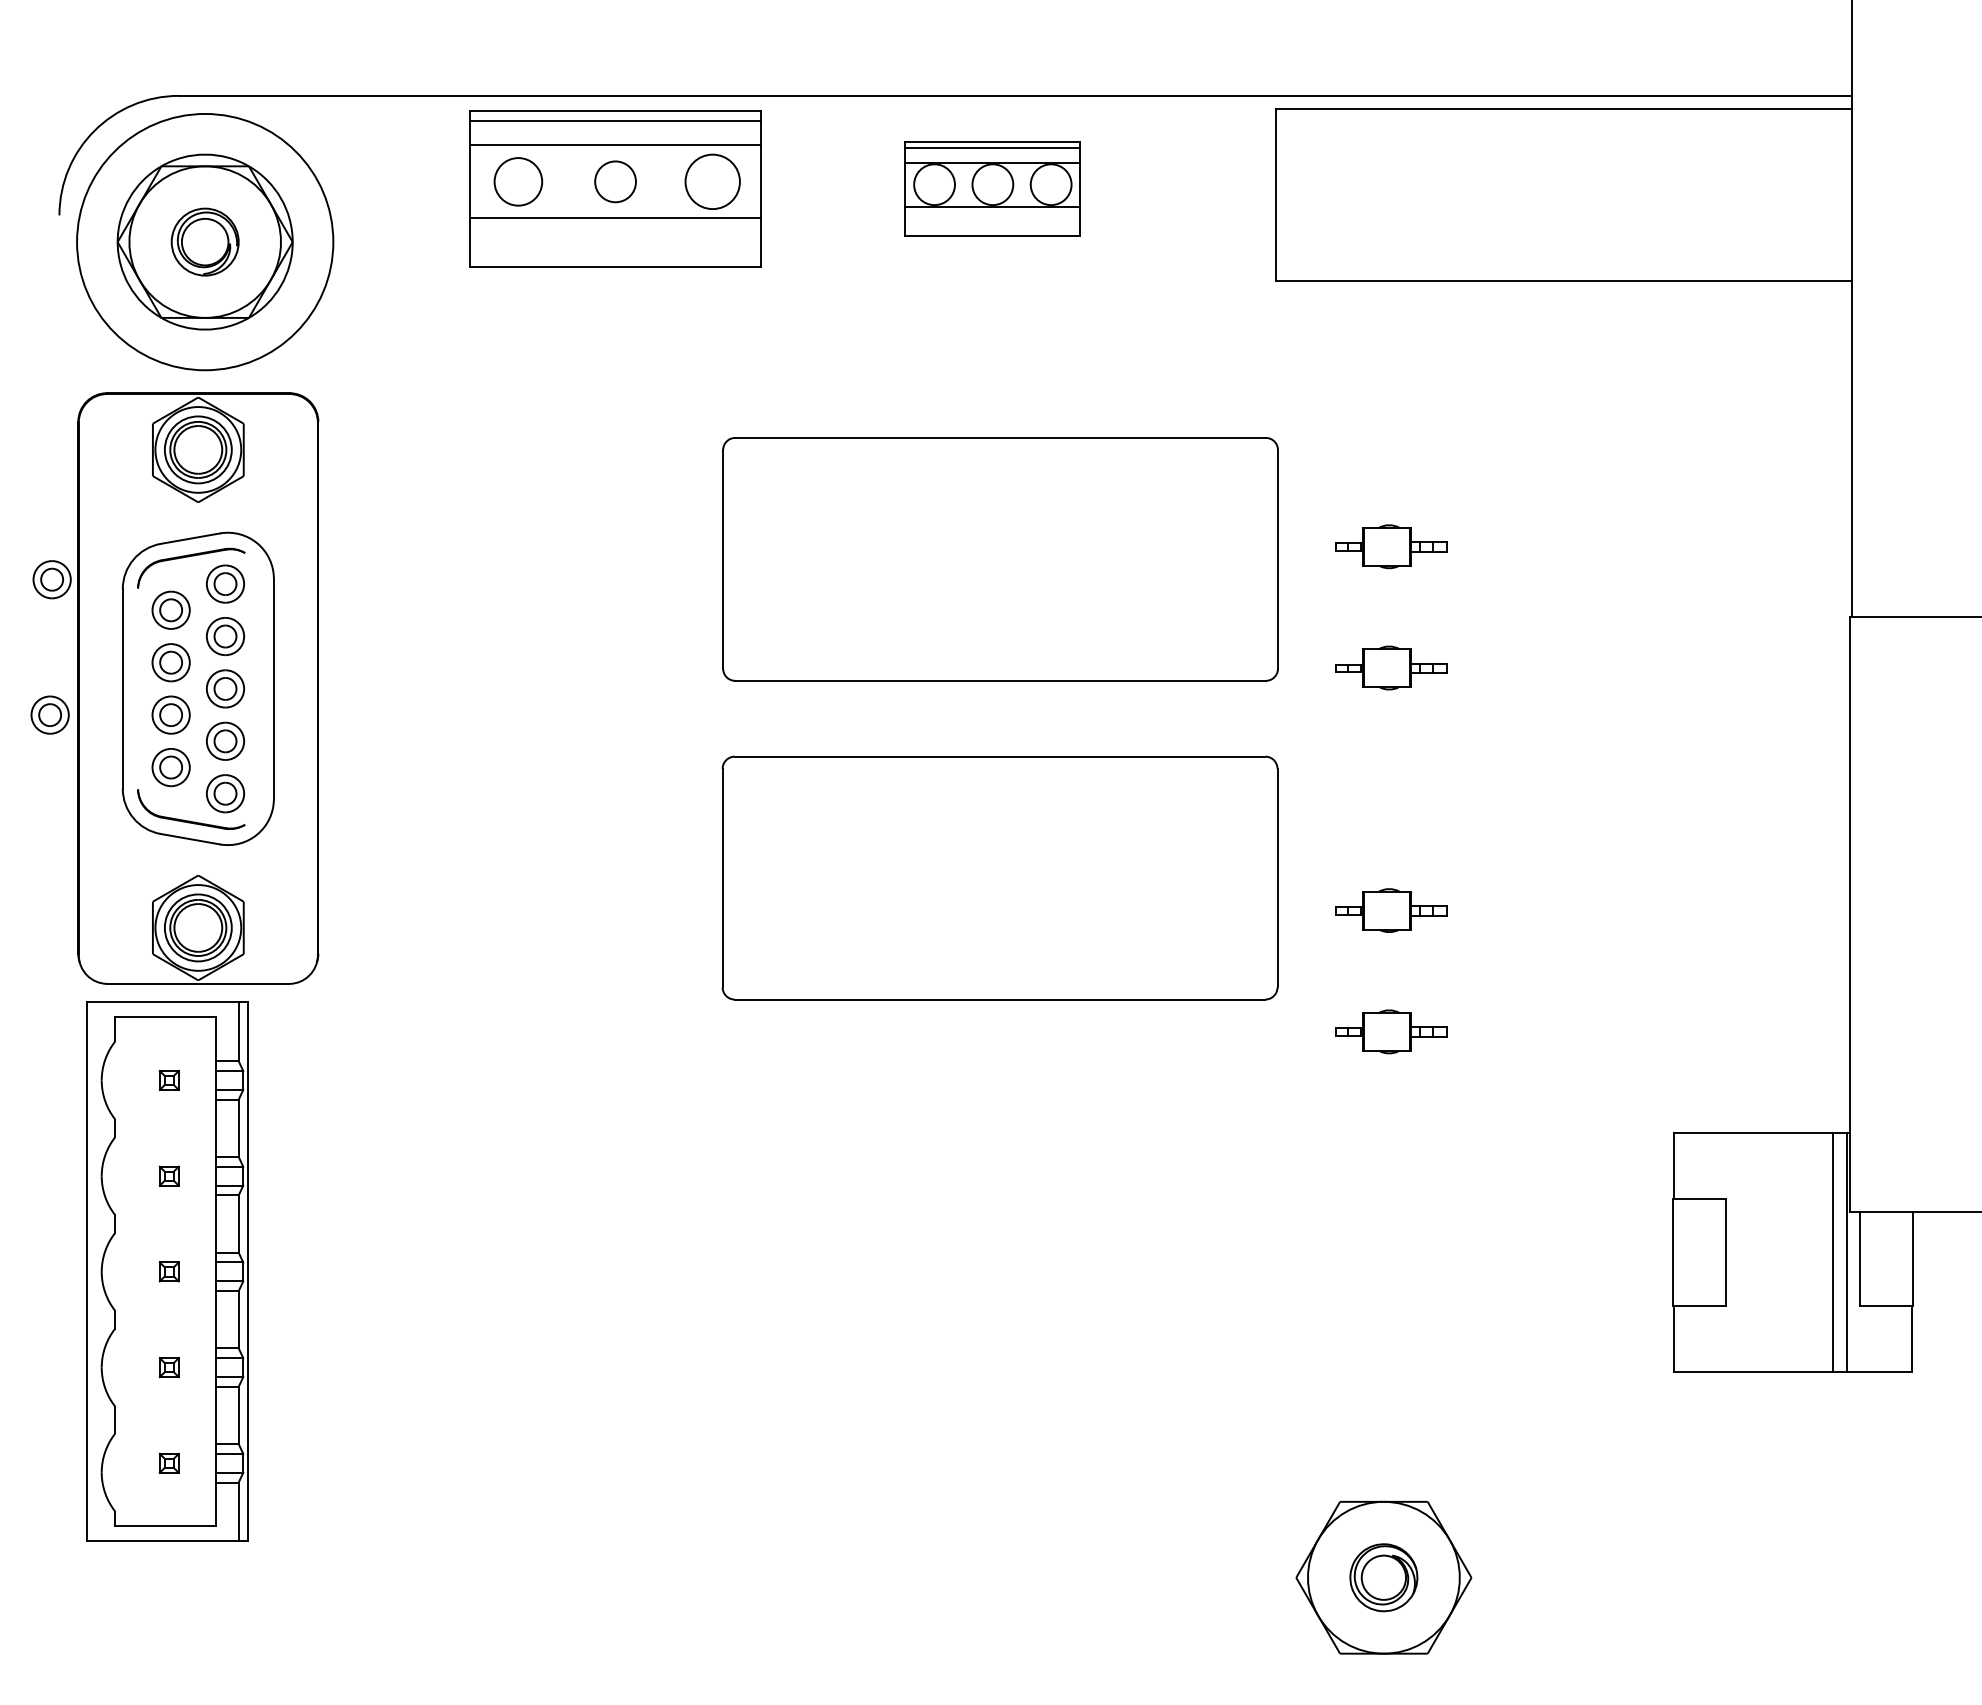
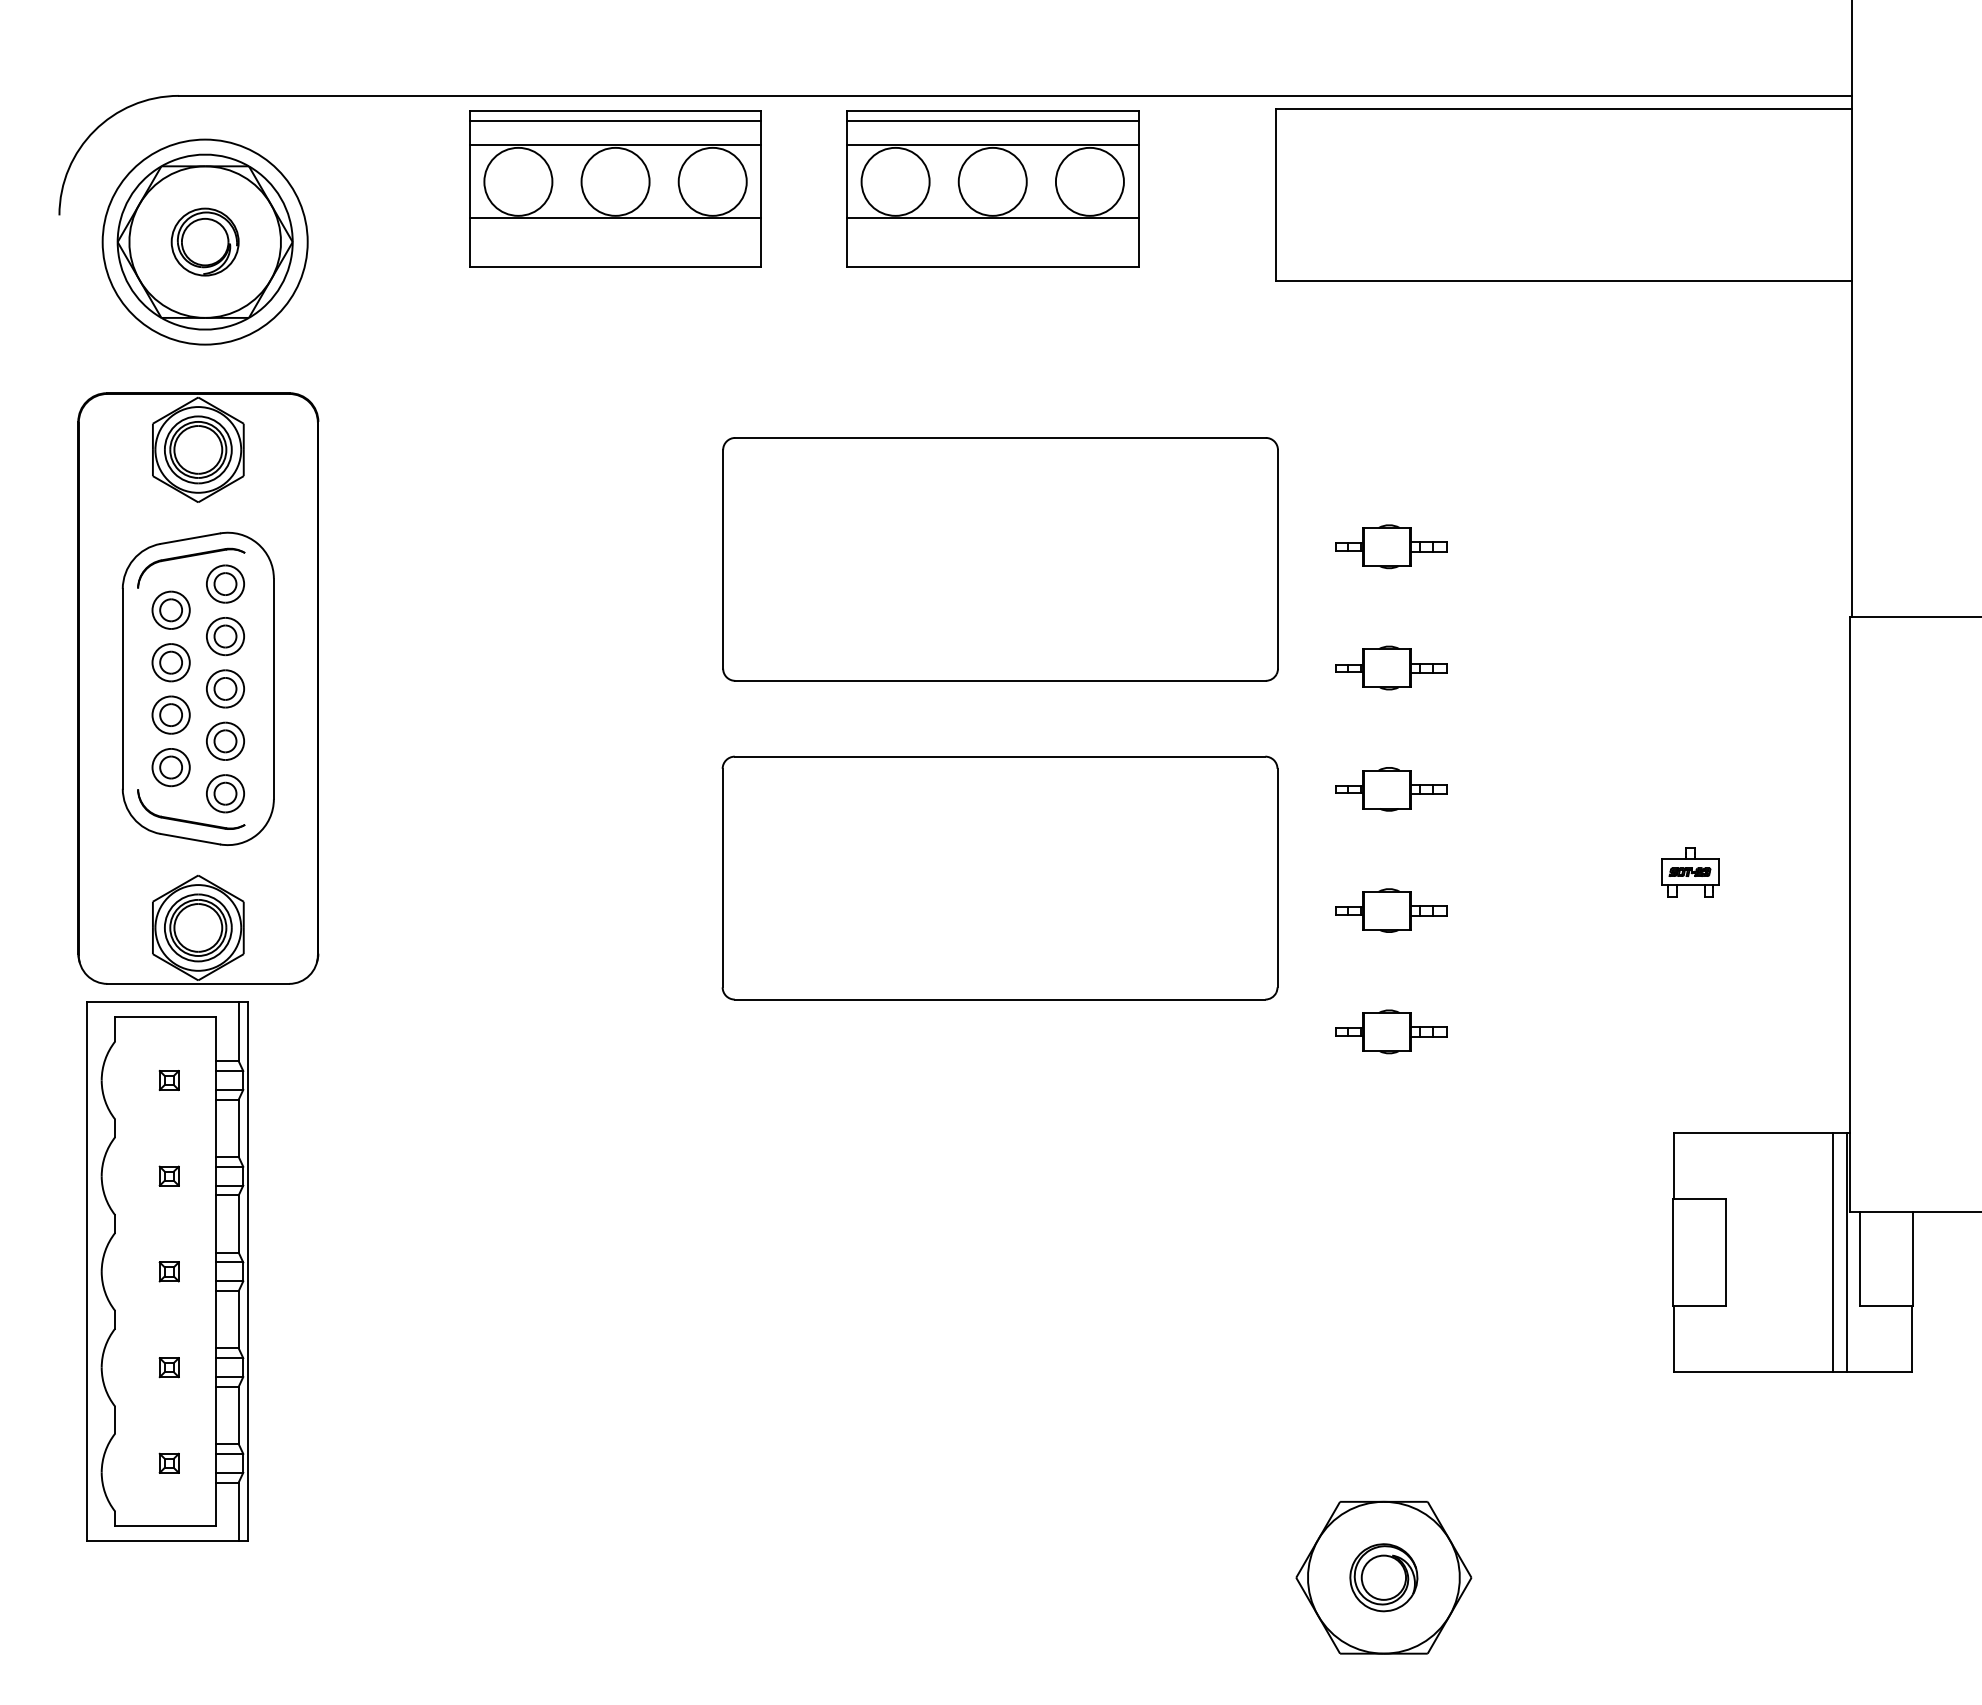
circle at (518, 181) diameter: 48 px -> 68 px
circle at (615, 181) diameter: 41 px -> 68 px
circle at (712, 181) diameter: 54 px -> 68 px
part at (992, 188) size: 177x96 px -> 294x158 px
circle at (205, 241) diameter: 256 px -> 205 px
part at (51, 579): present -> none
part at (49, 714): present -> none
part at (1391, 789): none -> present
part at (1690, 872): none -> present
